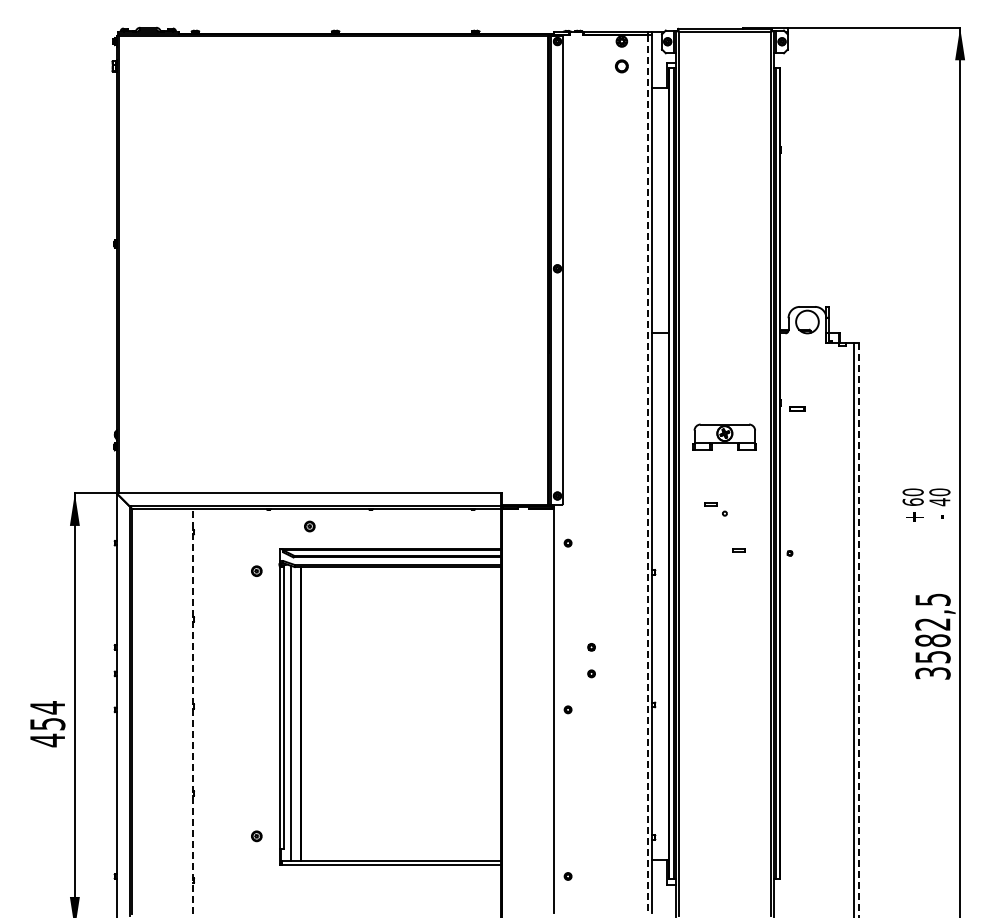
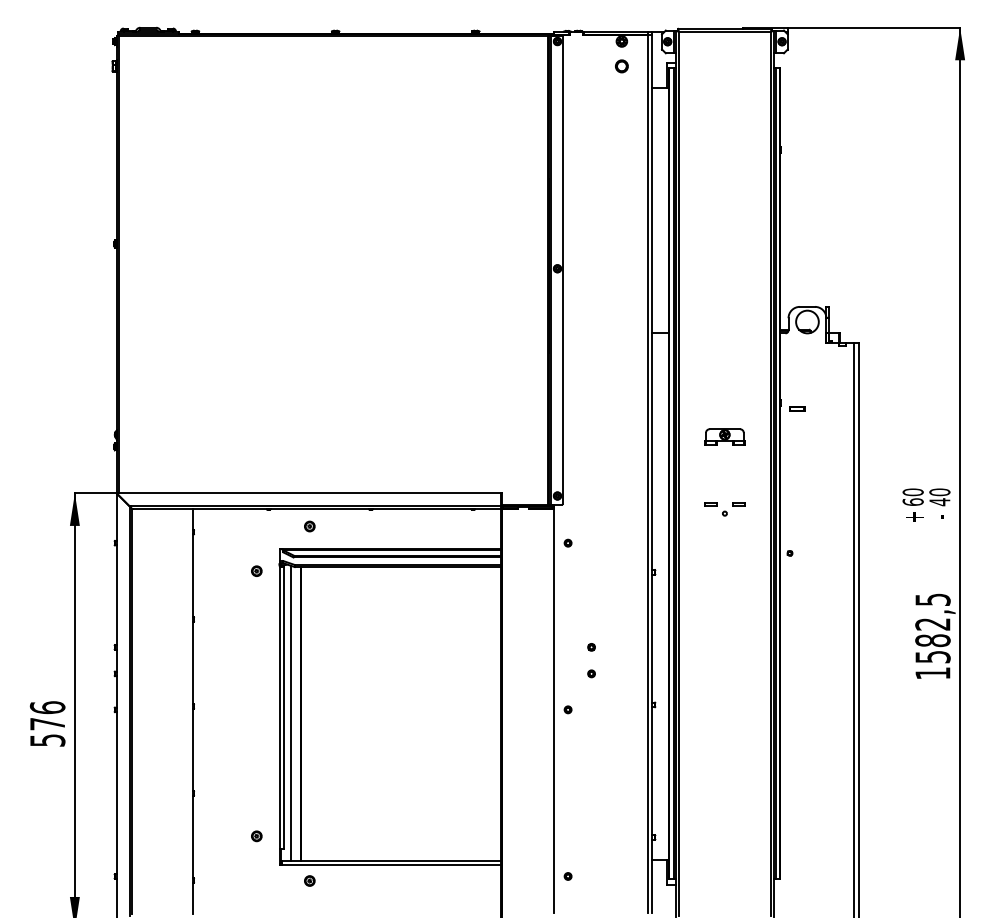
part at (724, 436) size: 65x28 px -> 42x18 px
line at (647, 474): dashed -> solid
part at (738, 550) position: (738, 550) -> (738, 504)
line at (858, 631): dashed -> solid
text at (932, 673): 3582,5 -> 1582,5
line at (193, 711): dashed -> solid
text at (47, 724): 454 -> 576
part at (309, 880): none -> present
